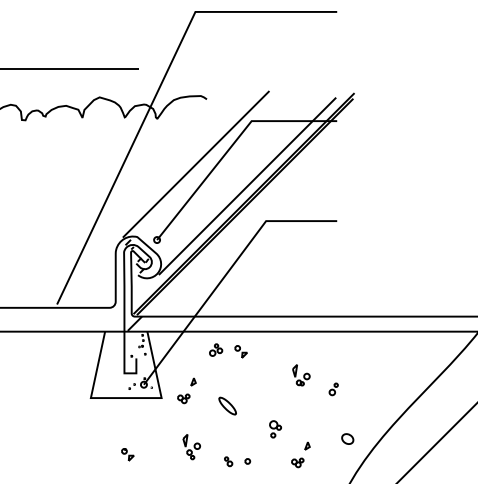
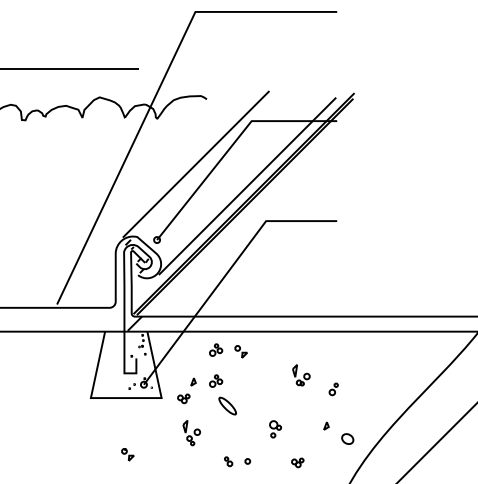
part at (216, 380): none -> present
part at (307, 445) position: (307, 445) -> (326, 425)
part at (191, 447) position: (191, 447) -> (191, 433)
